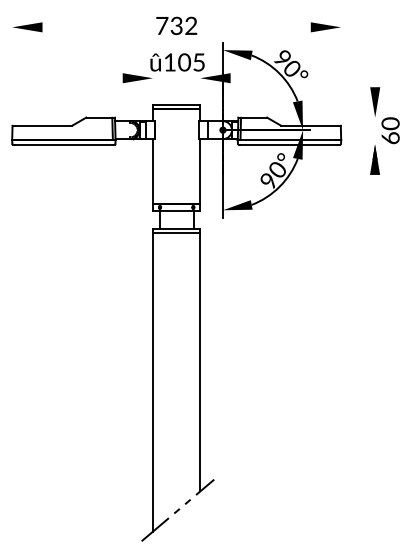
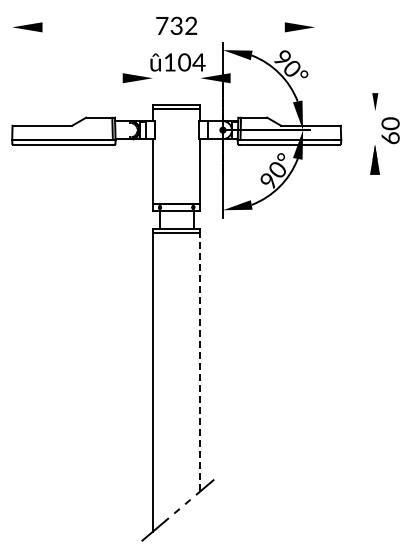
part at (325, 27) position: (325, 27) -> (299, 27)
text at (198, 62): û105 -> û104
part at (375, 101) size: 11x30 px -> 7x18 px
line at (200, 362): solid -> dashed
